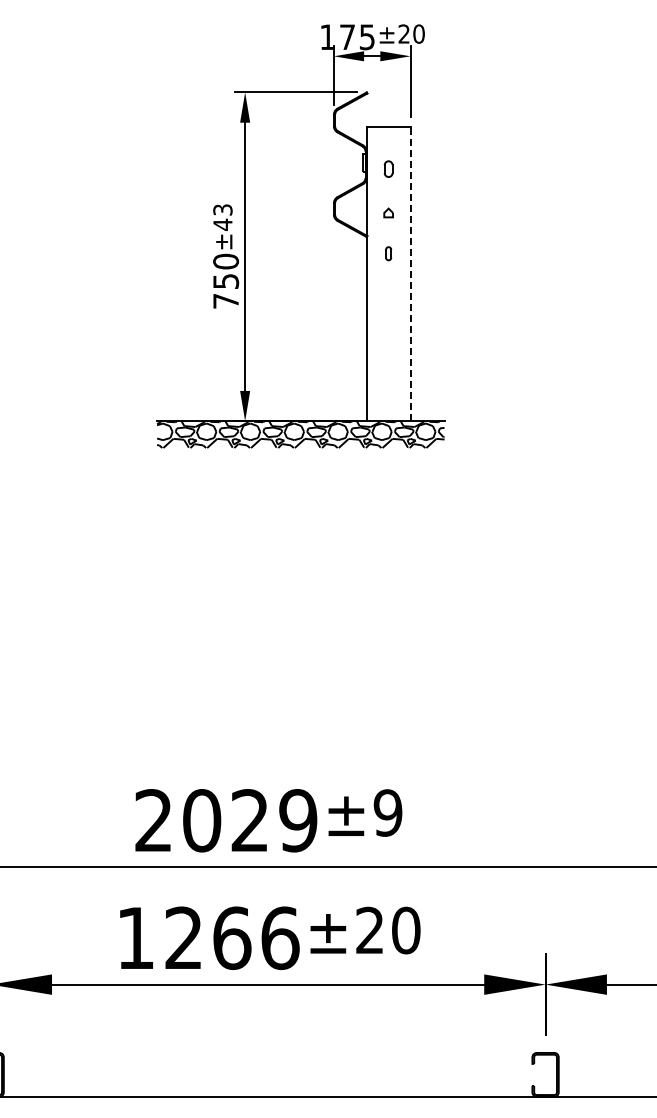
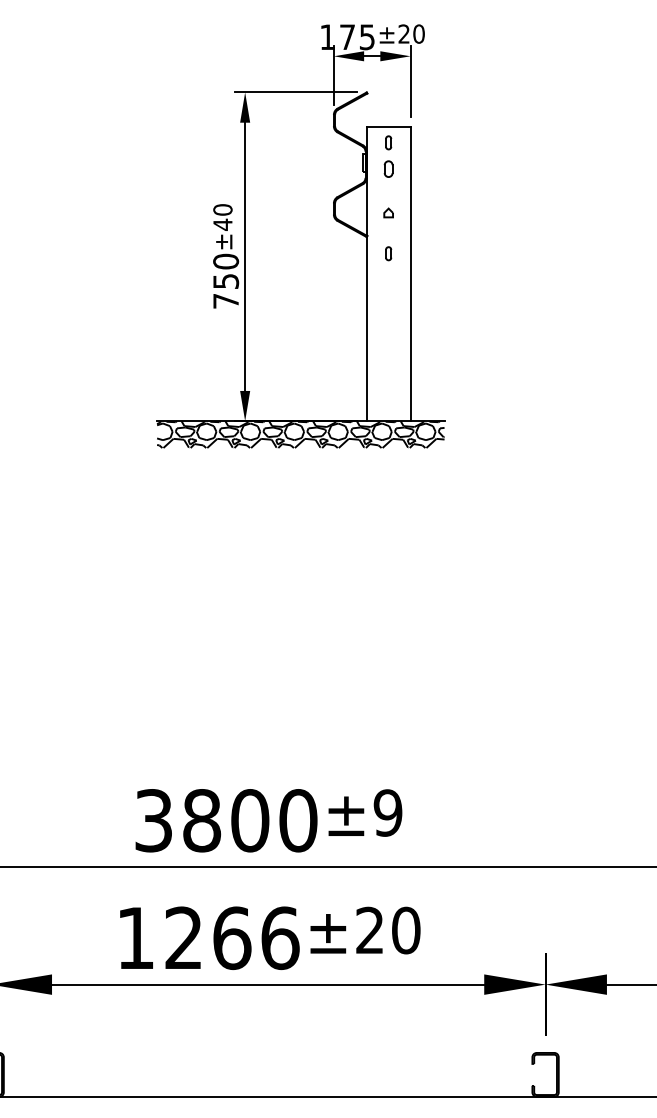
part at (388, 142): none -> present
text at (222, 209): ±43 -> ±40
line at (410, 273): dashed -> solid
text at (226, 820): 2029 -> 3800
